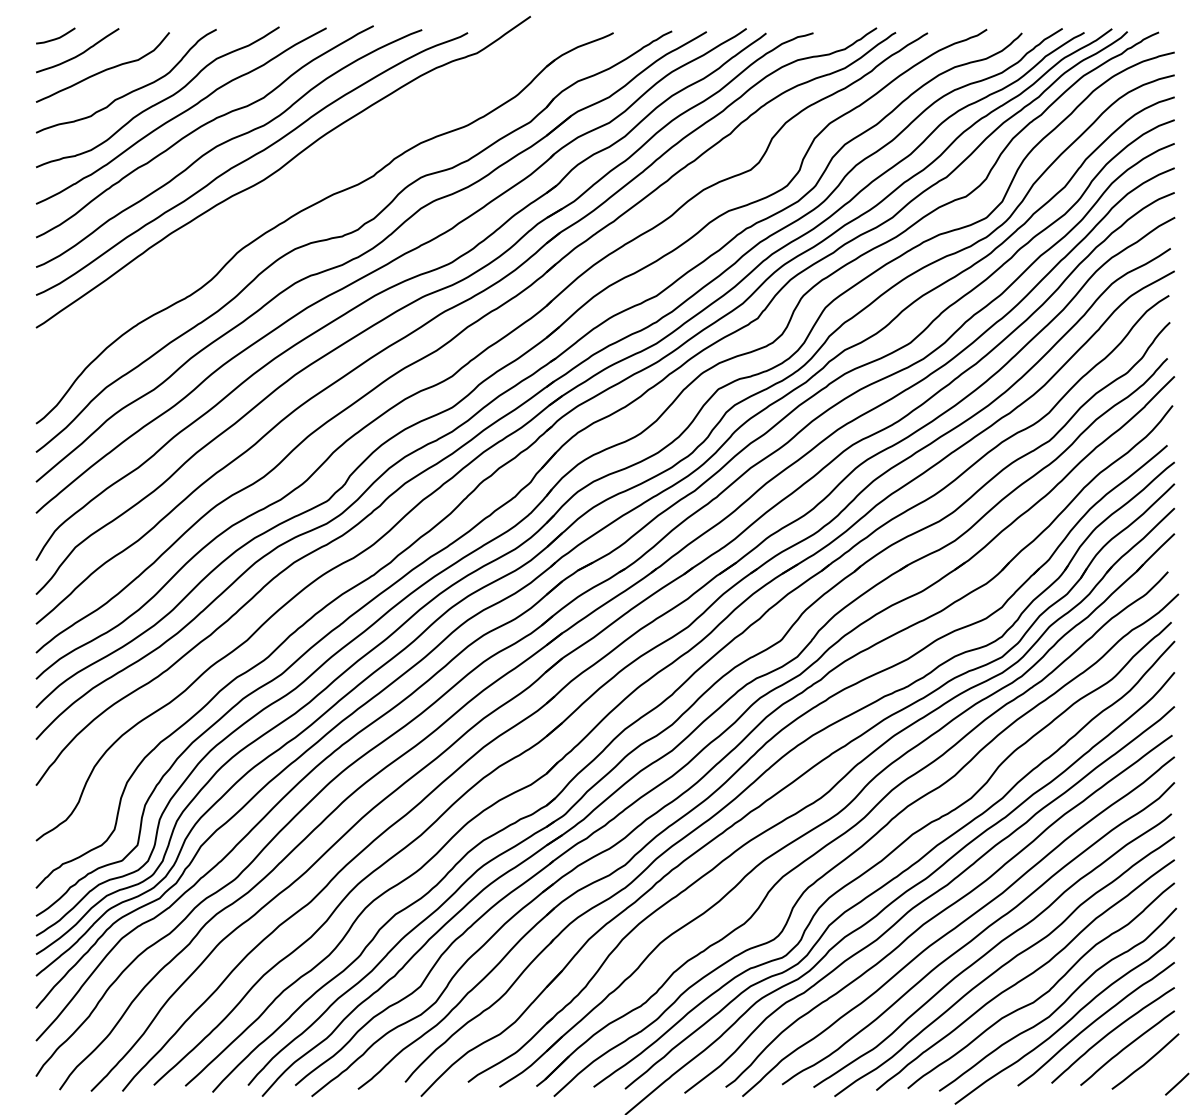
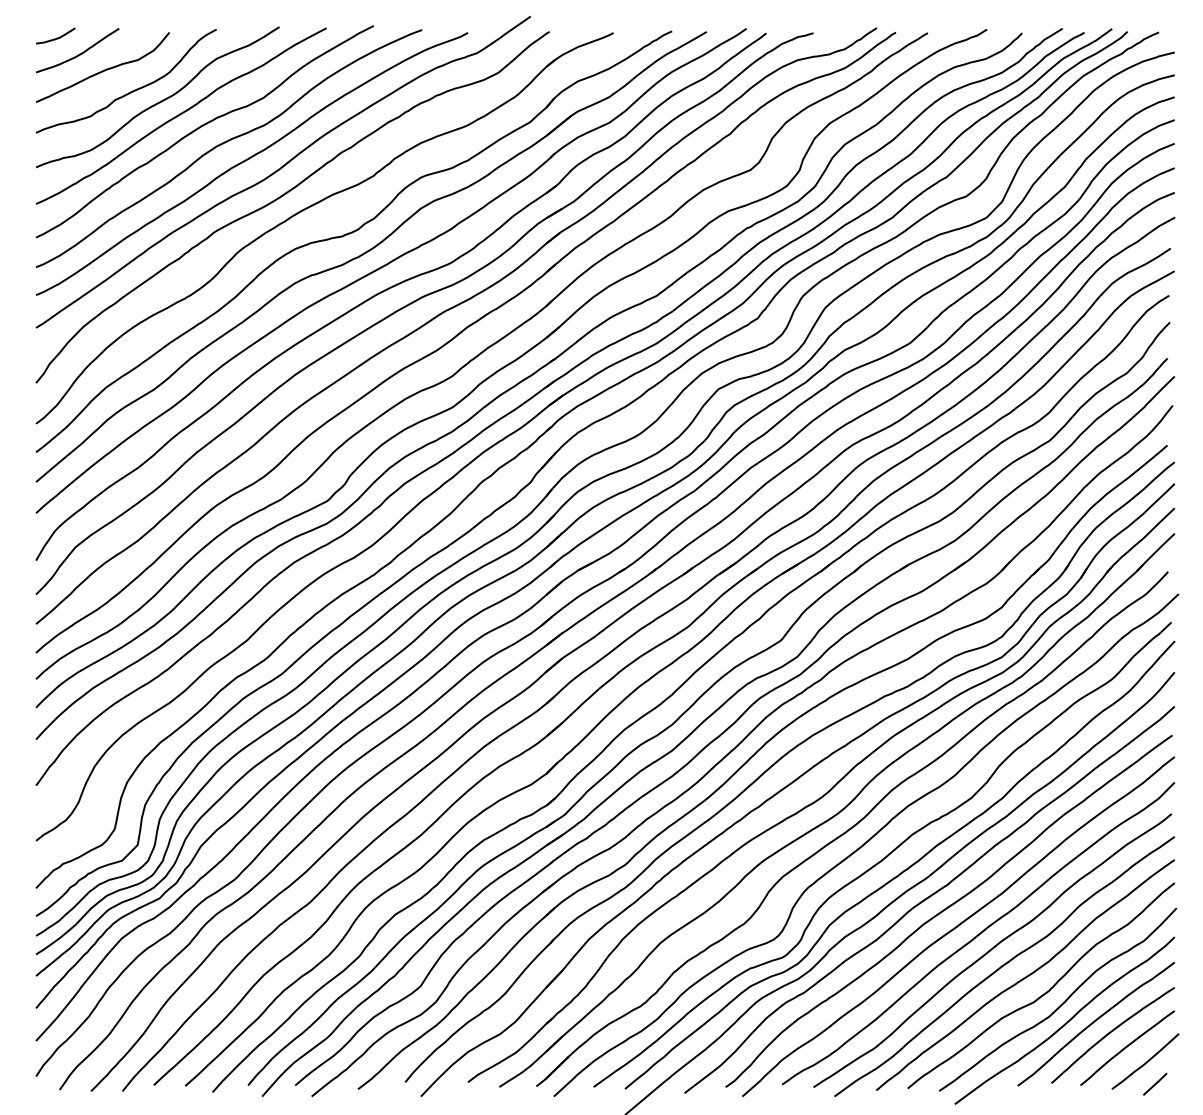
curve at (283, 196): none -> present
line at (1177, 1083) position: (1177, 1083) -> (1155, 1083)
